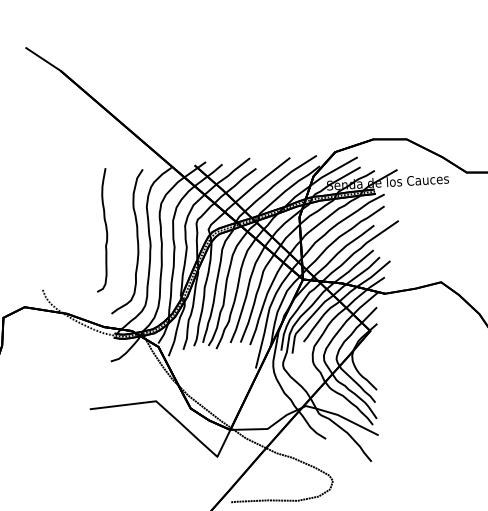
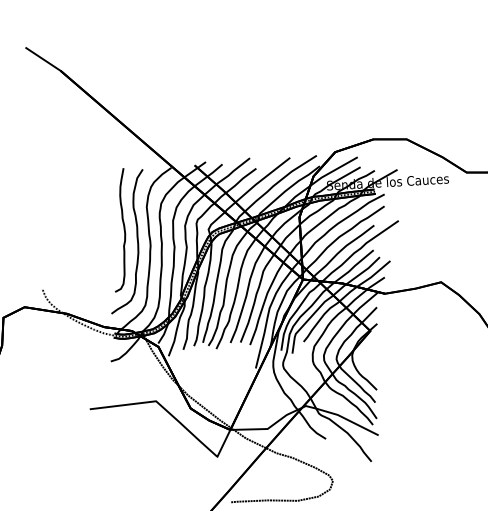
curve at (105, 230) position: (105, 230) -> (123, 230)
